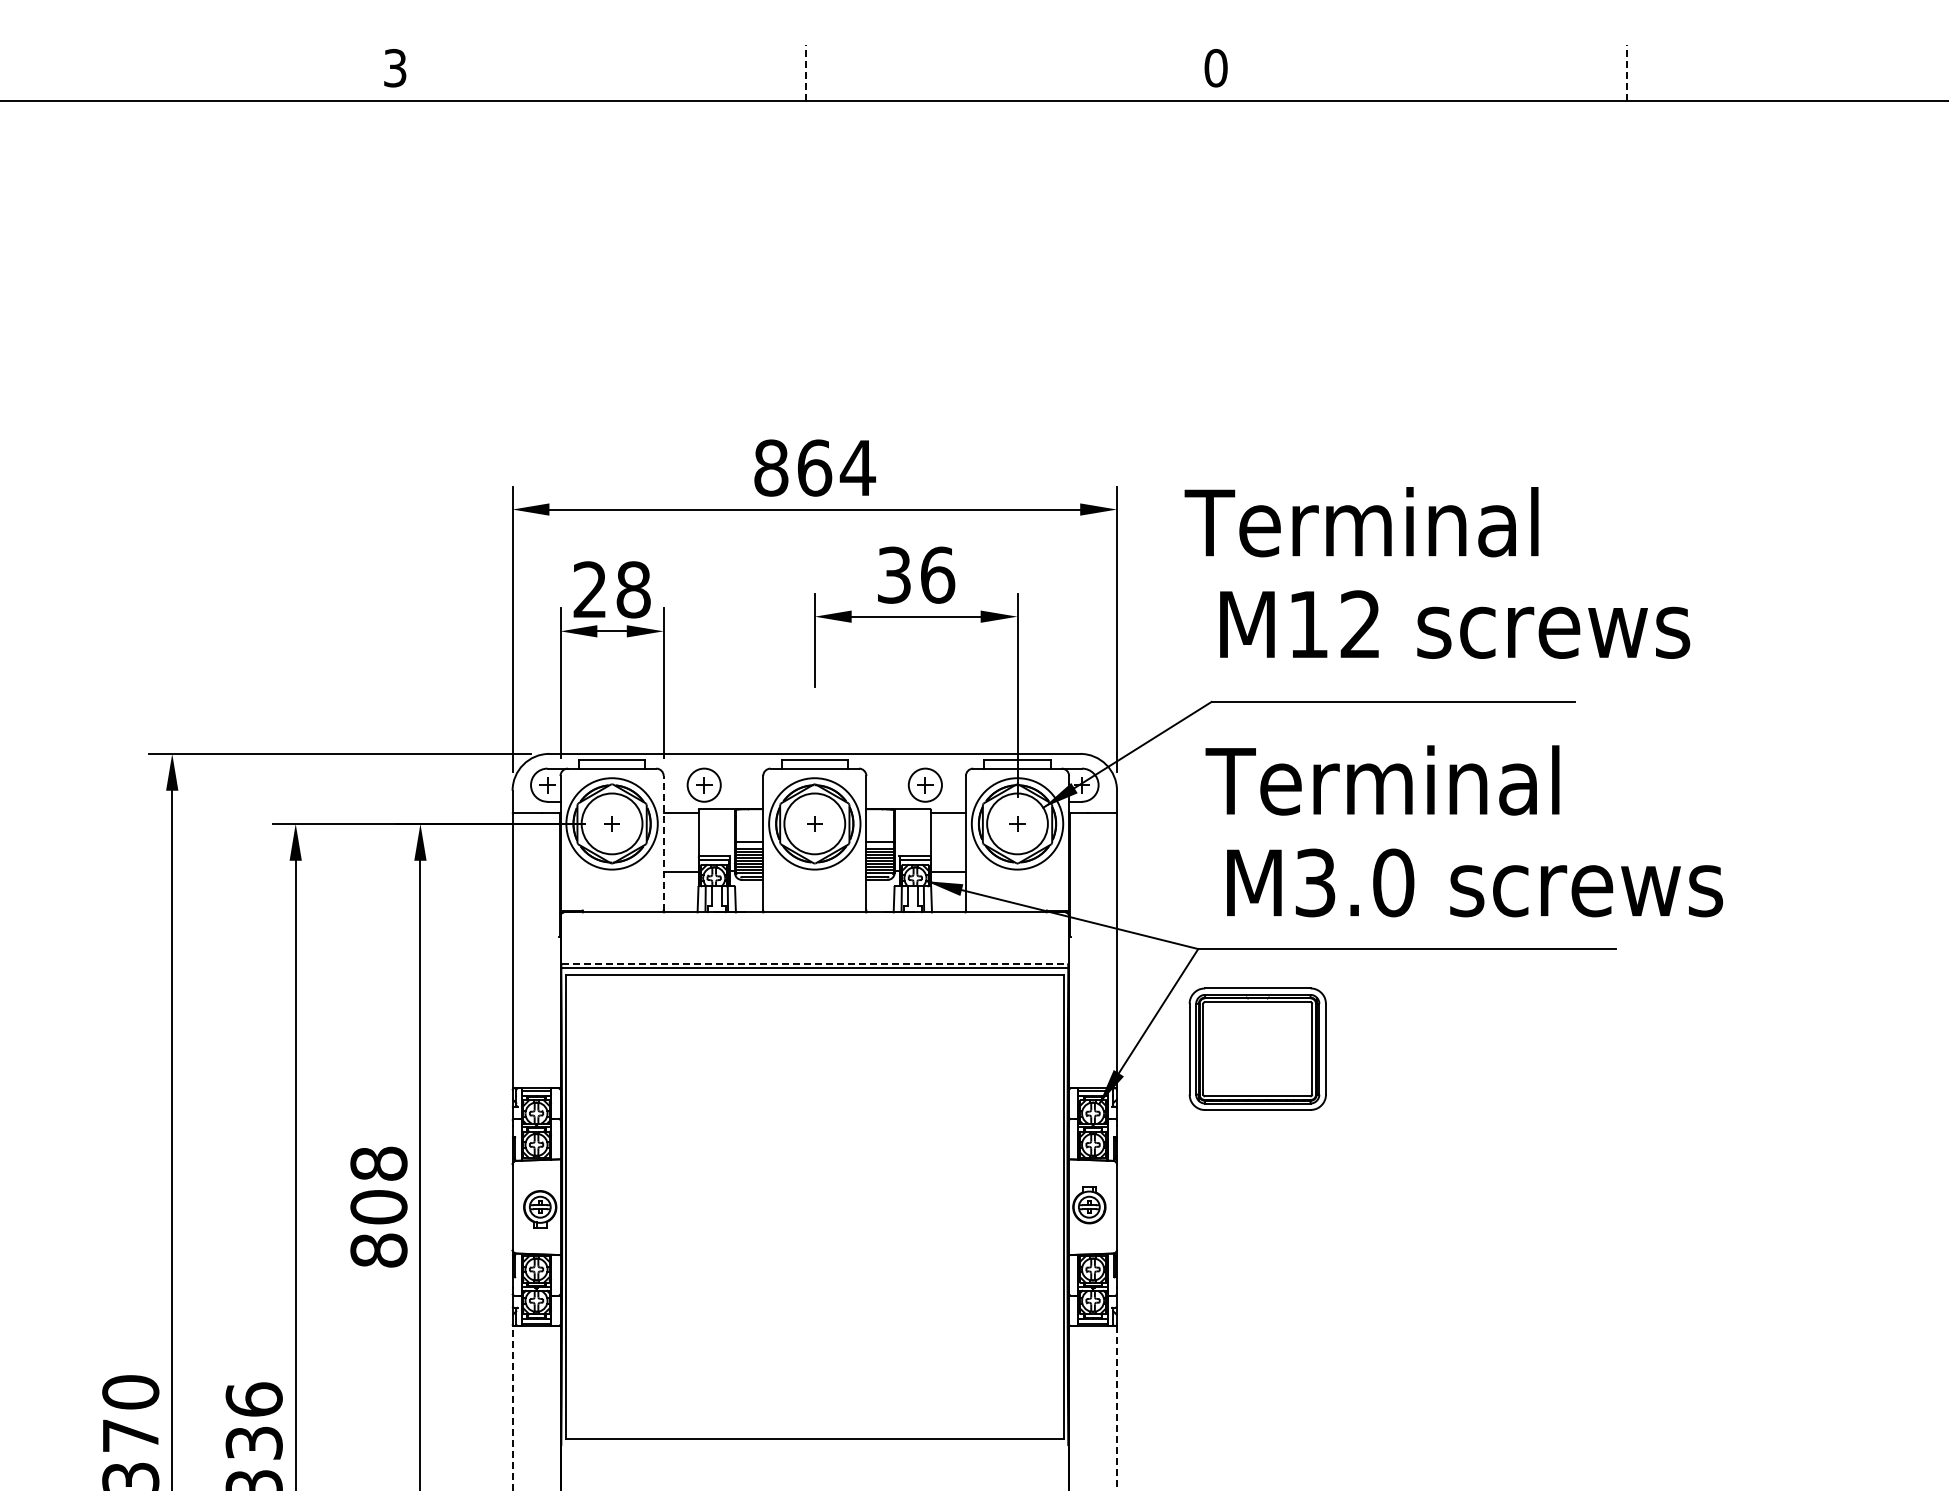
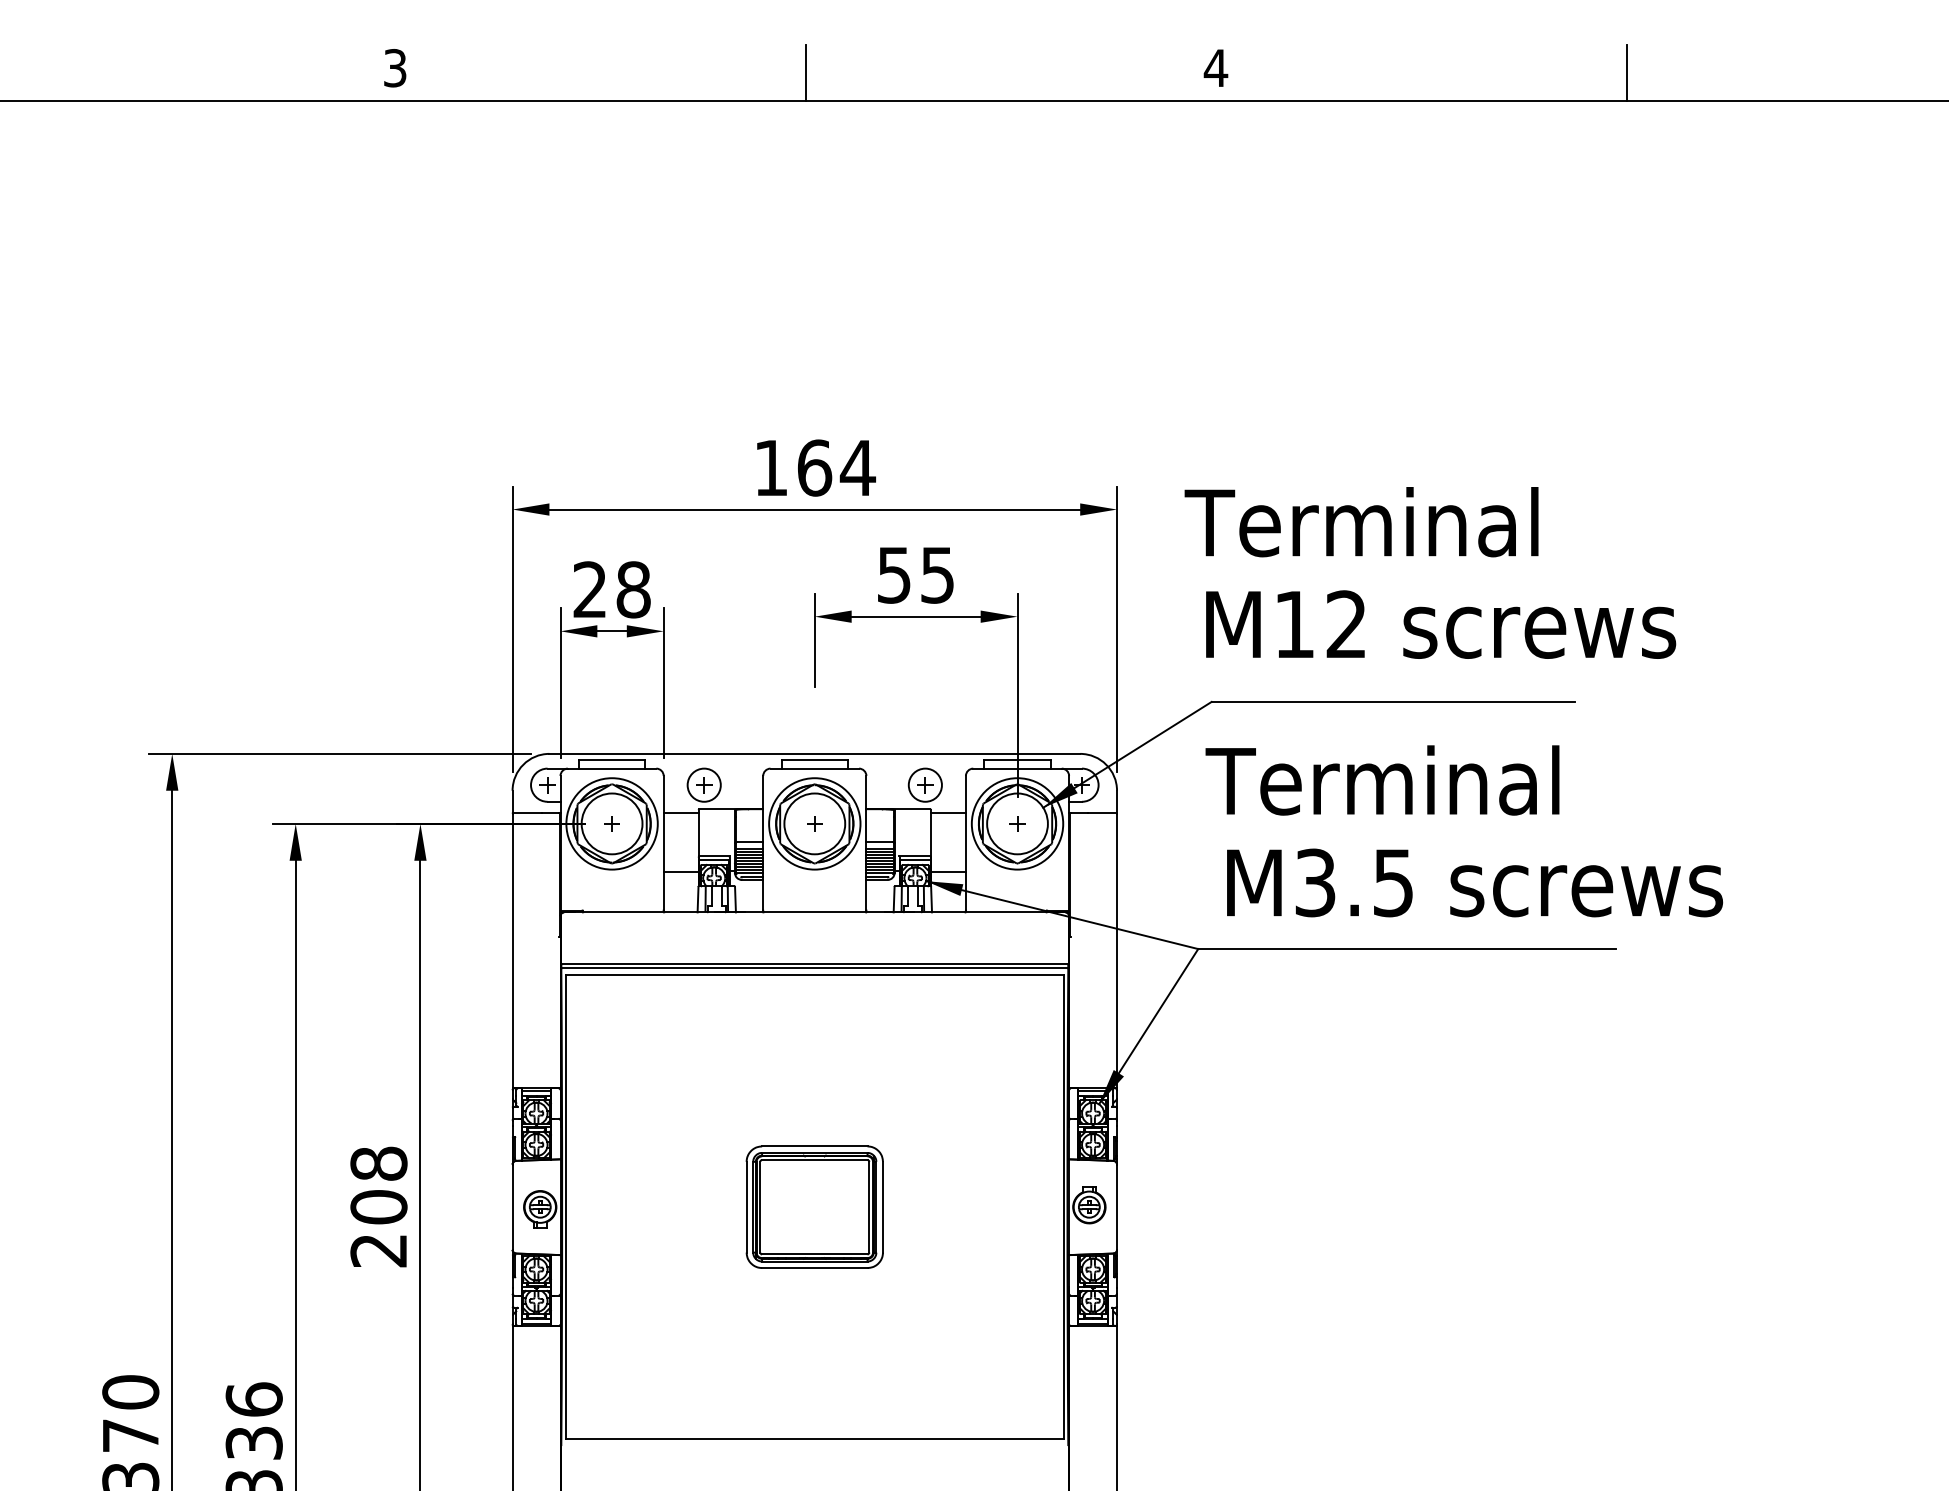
text at (1215, 68): 0 -> 4
line at (805, 72): dashed -> solid
line at (1626, 72): dashed -> solid
text at (771, 467): 864 -> 164
text at (916, 574): 36 -> 55
text at (1455, 624) position: (1455, 624) -> (1441, 624)
line at (663, 842): dashed -> solid
text at (1393, 882): M3.0 -> M3.5
line at (814, 963): dashed -> solid
part at (1257, 1048) position: (1257, 1048) -> (814, 1206)
text at (378, 1250): 808 -> 208
line at (512, 1408): dashed -> solid
line at (1117, 1408): dashed -> solid
